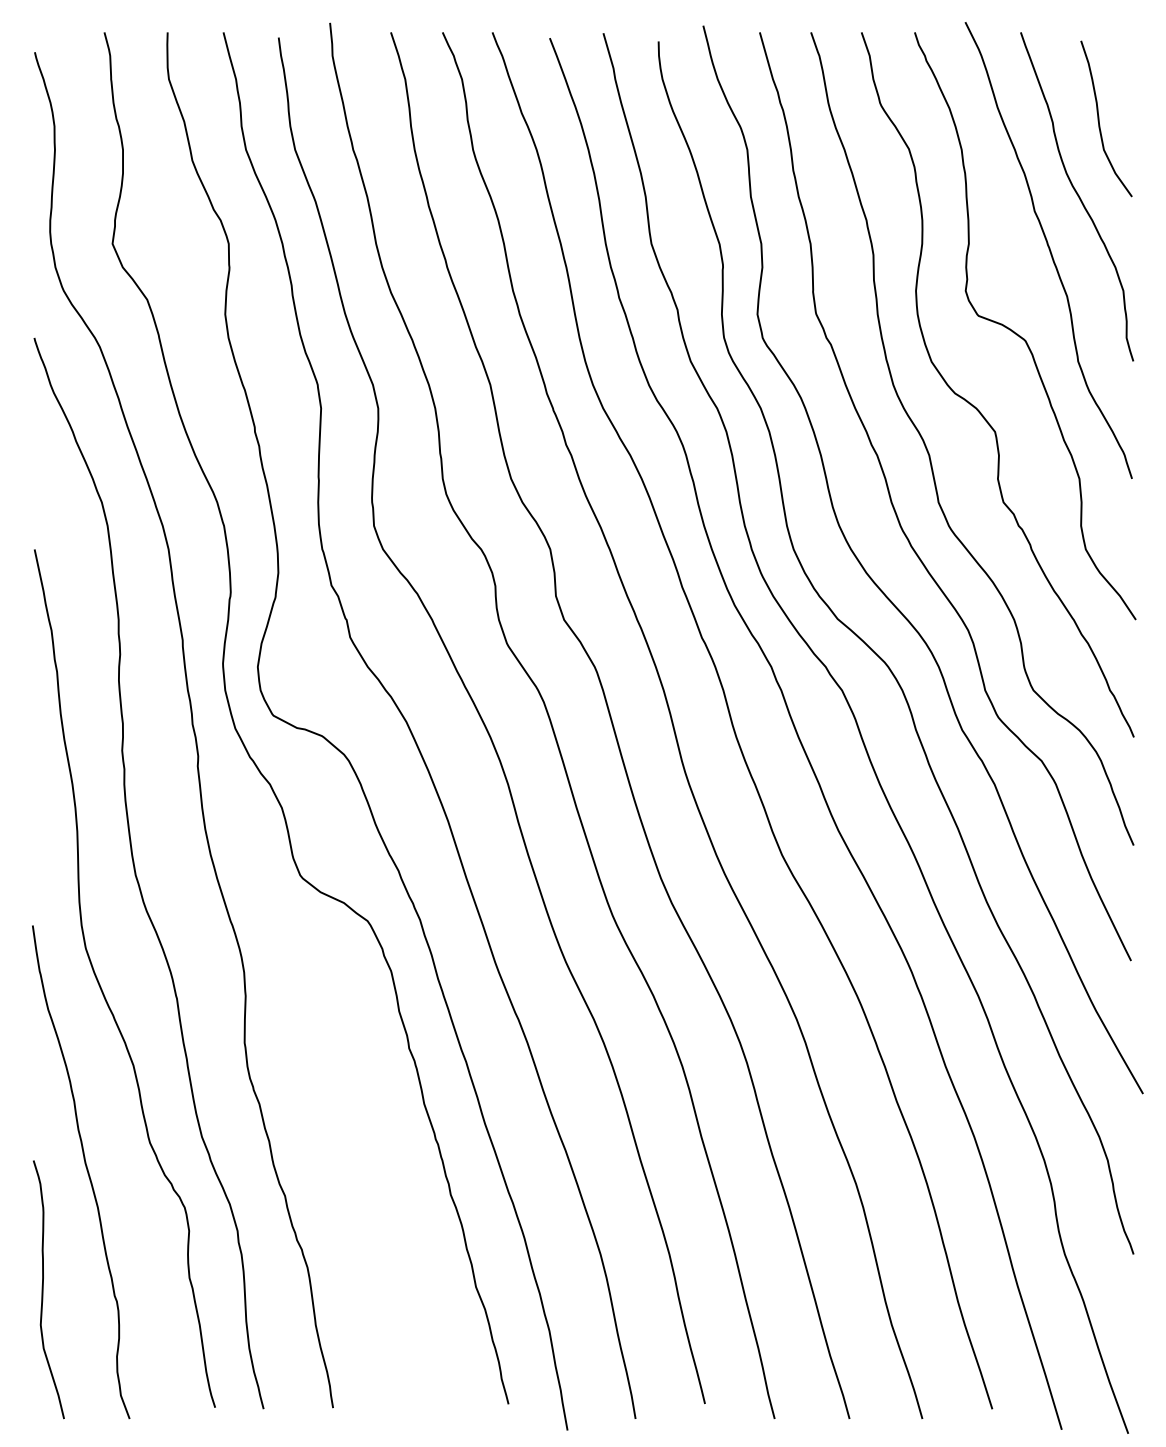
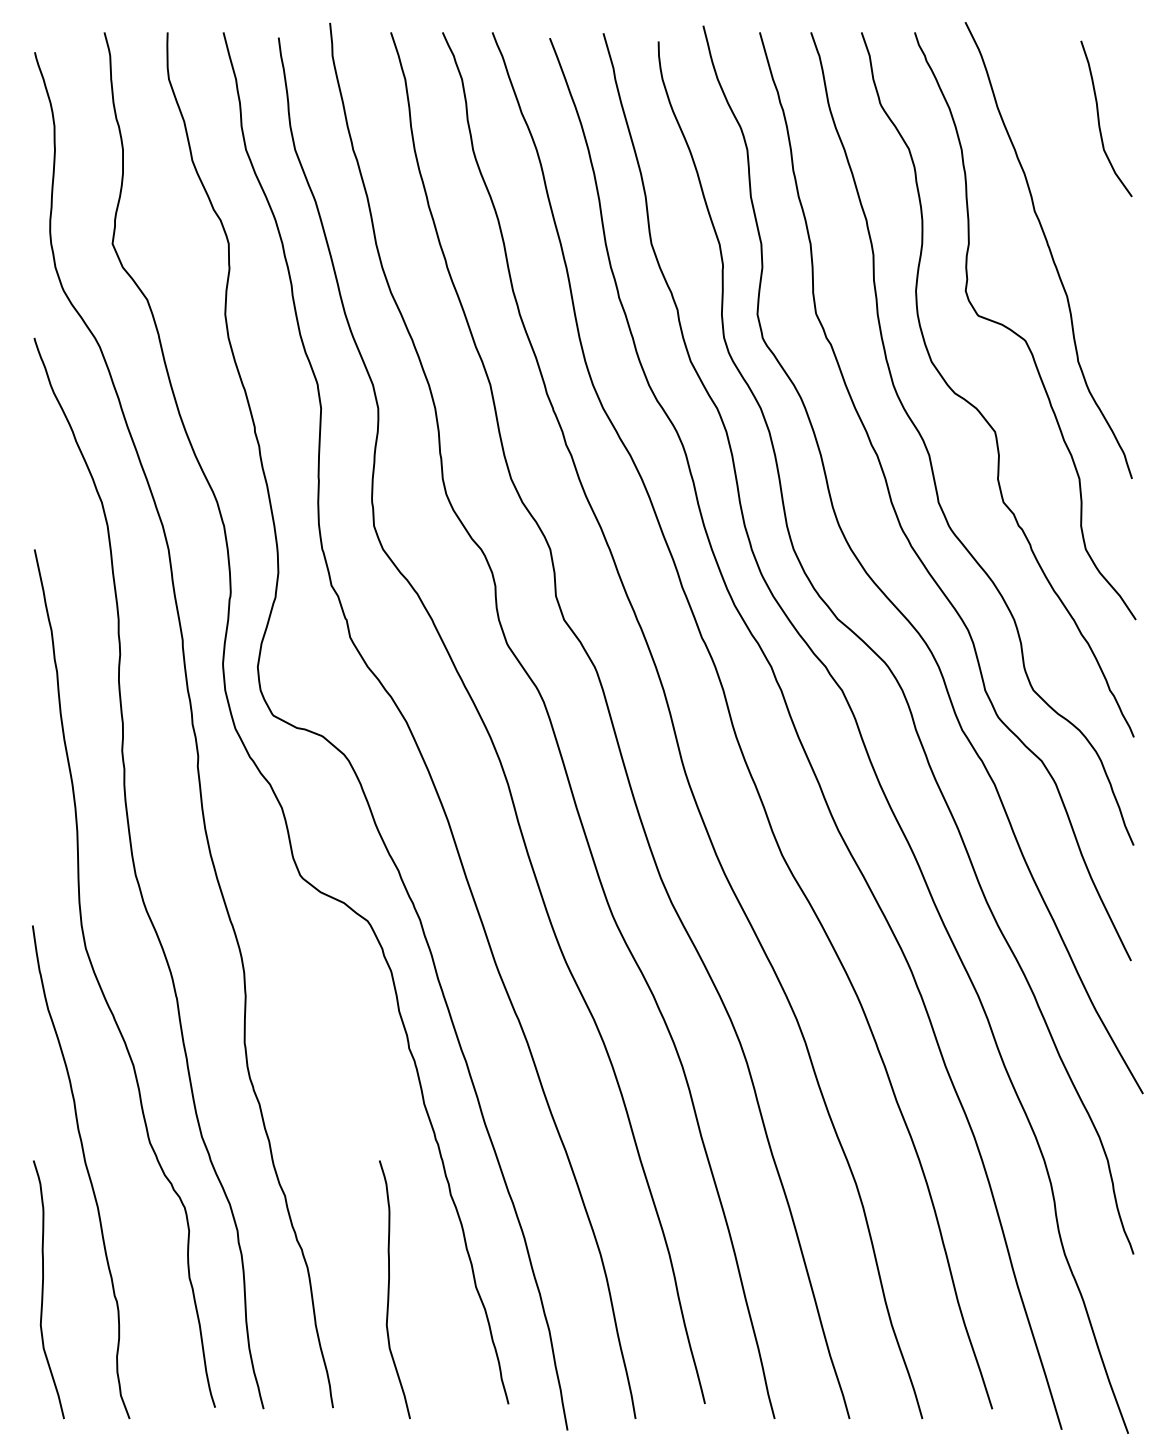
curve at (1077, 196): present -> none
curve at (389, 1289): none -> present
